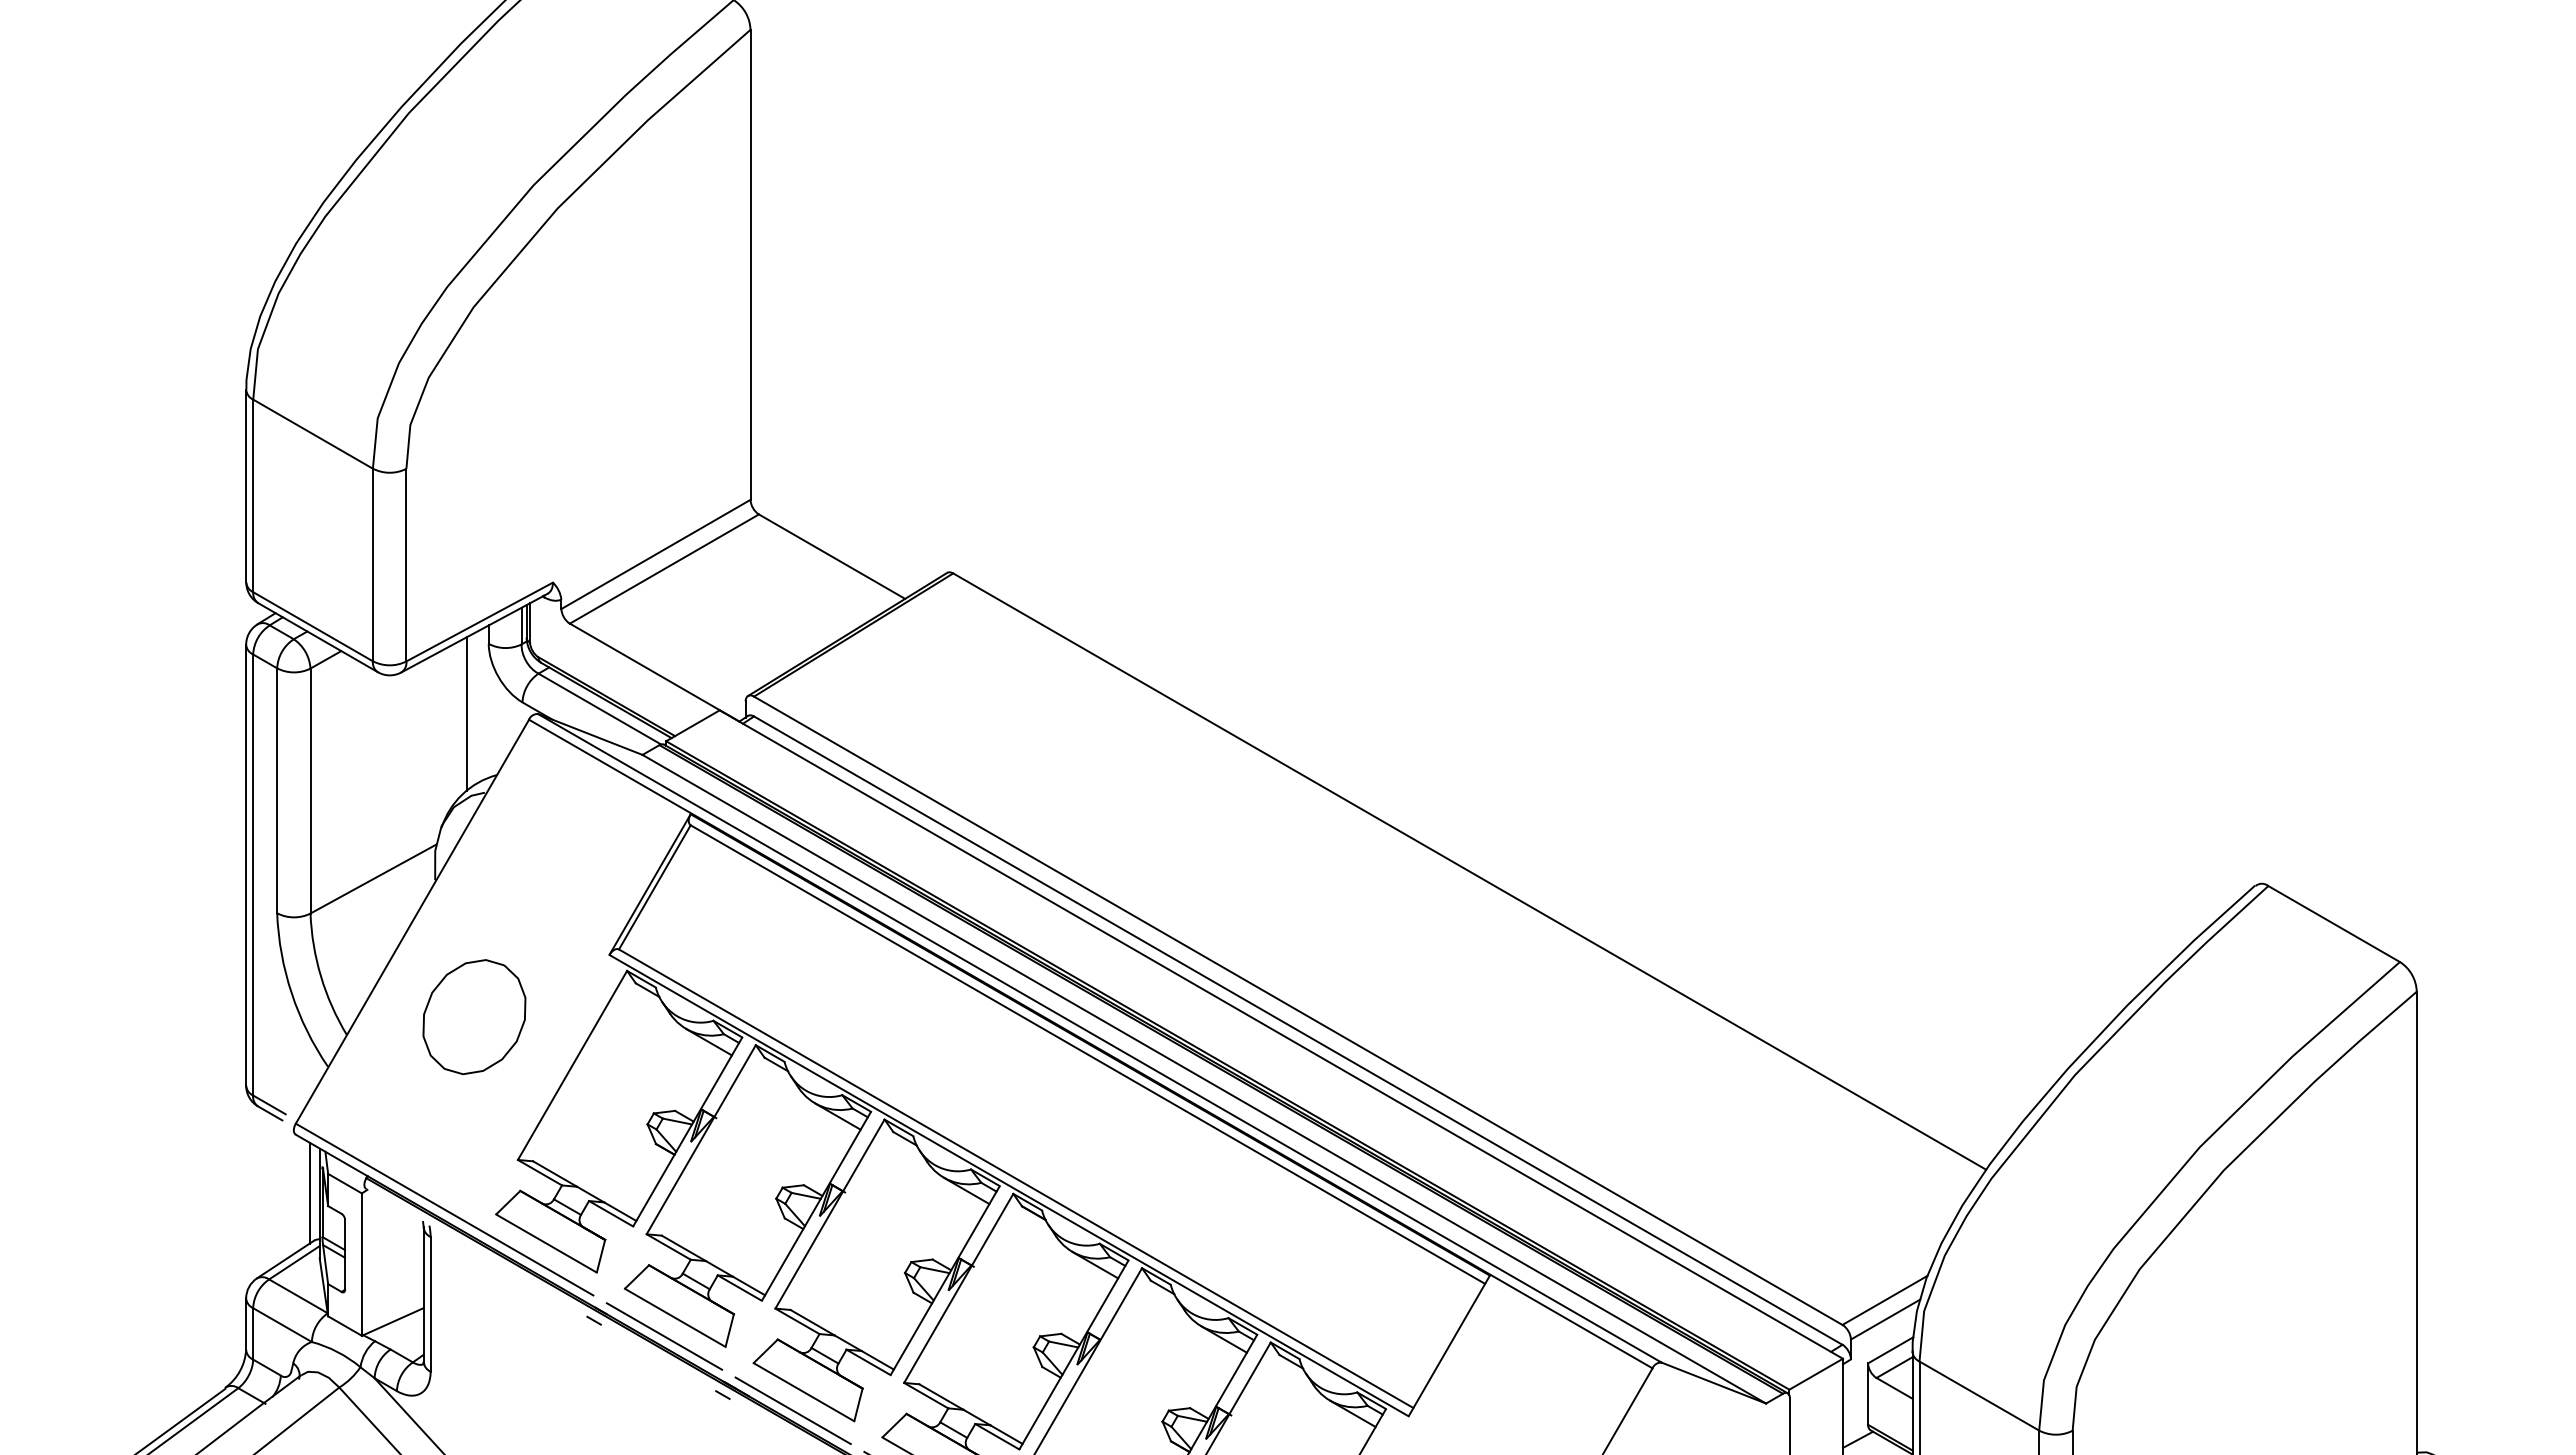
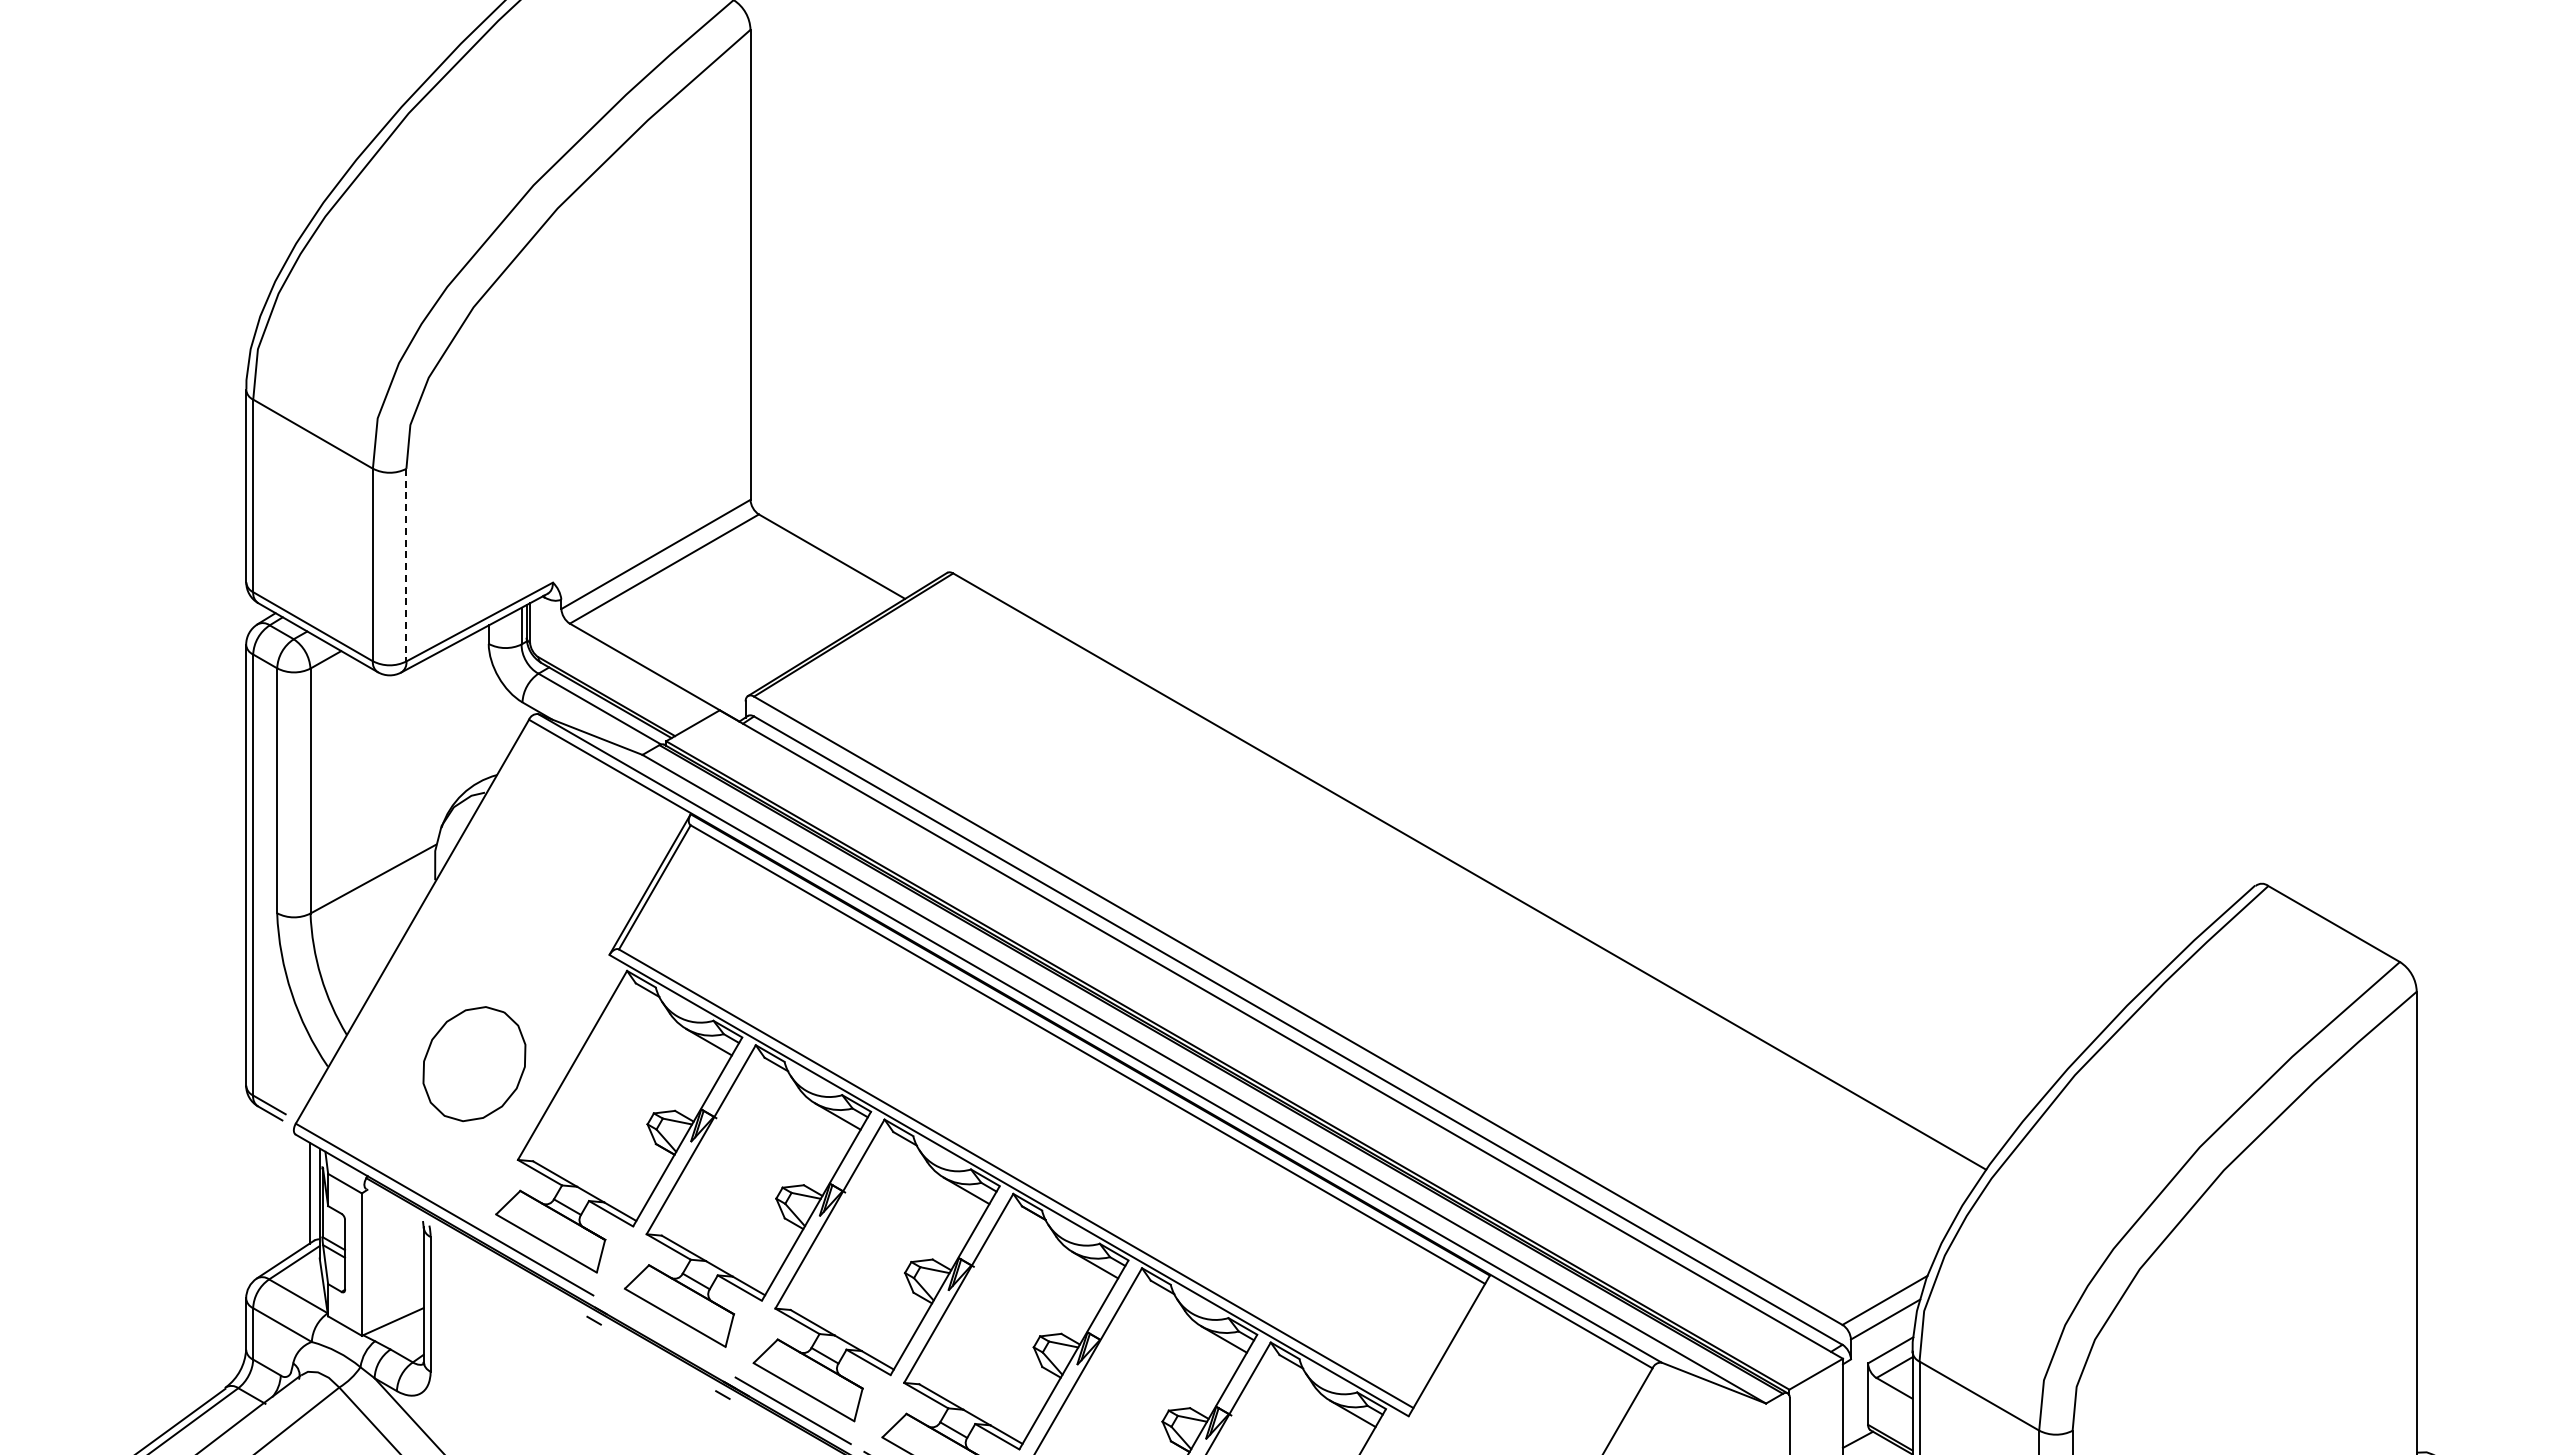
line at (406, 565): solid -> dashed
line at (467, 714): present -> none
part at (474, 1017) position: (474, 1017) -> (474, 1064)
line at (664, 1336): present -> none
